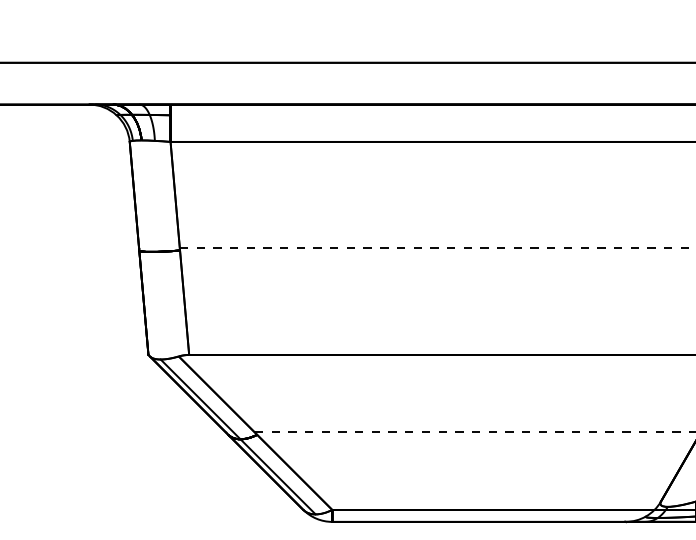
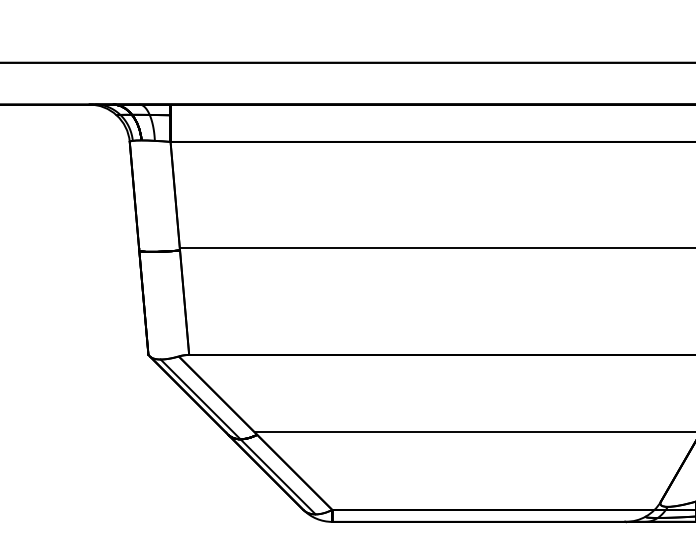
line at (437, 248): dashed -> solid
line at (475, 432): dashed -> solid
